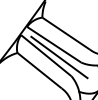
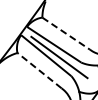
line at (66, 33): solid -> dashed
line at (39, 70): solid -> dashed
